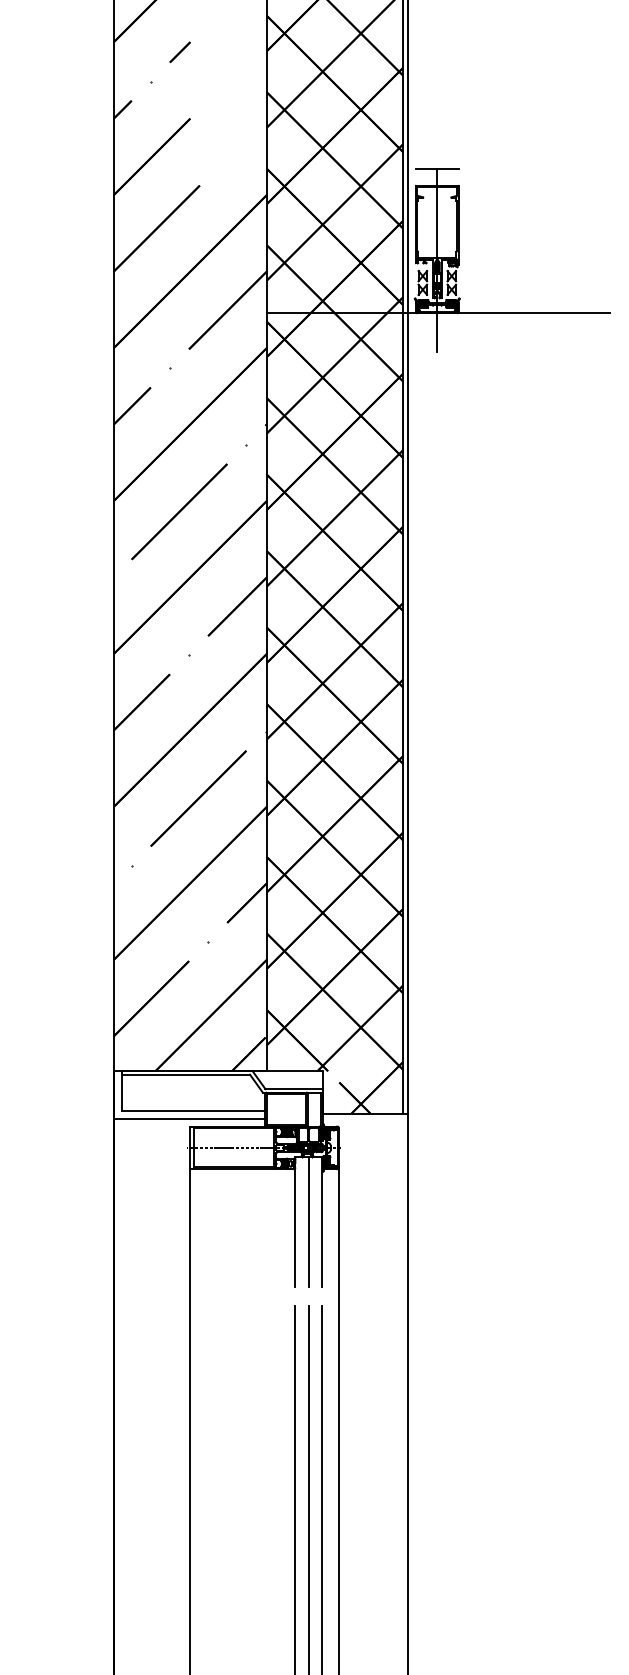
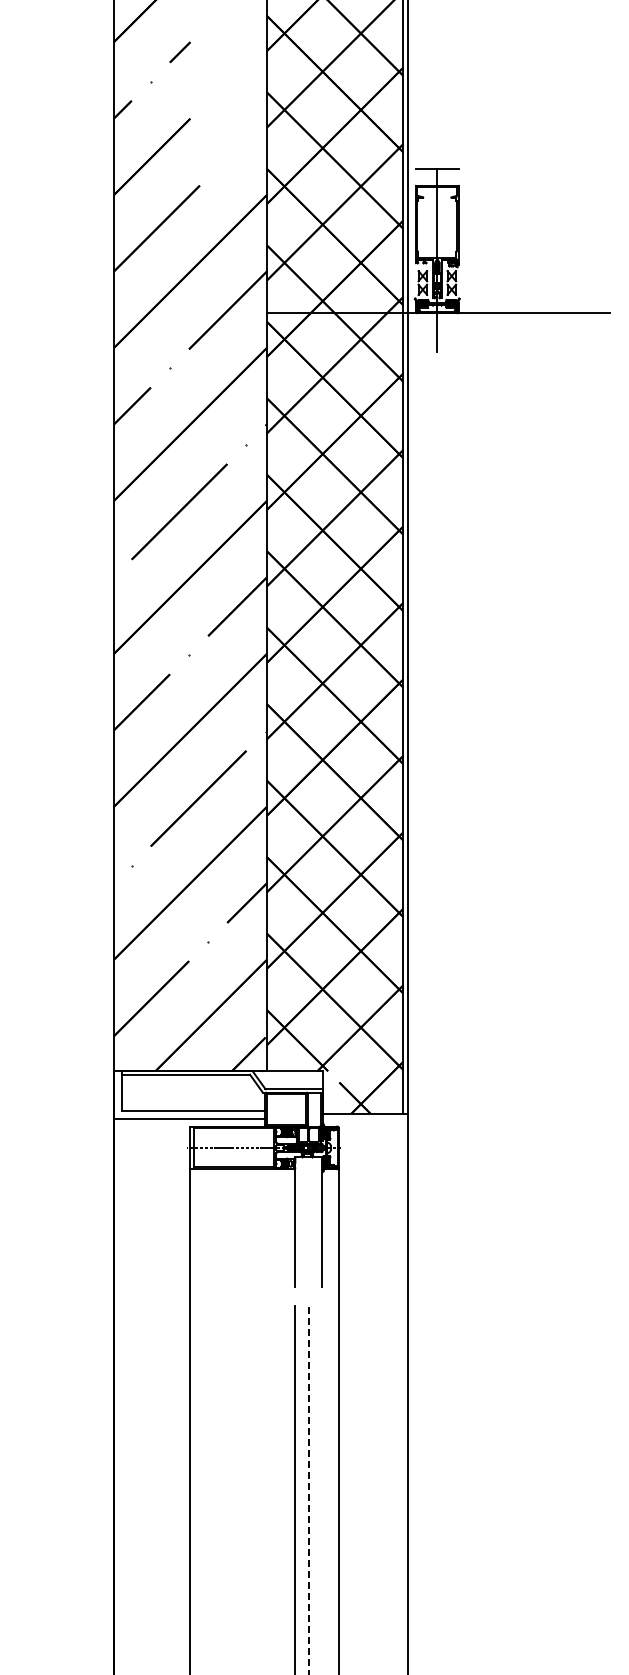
line at (308, 1222): present -> none
line at (322, 1488): present -> none
line at (308, 1490): solid -> dashed
